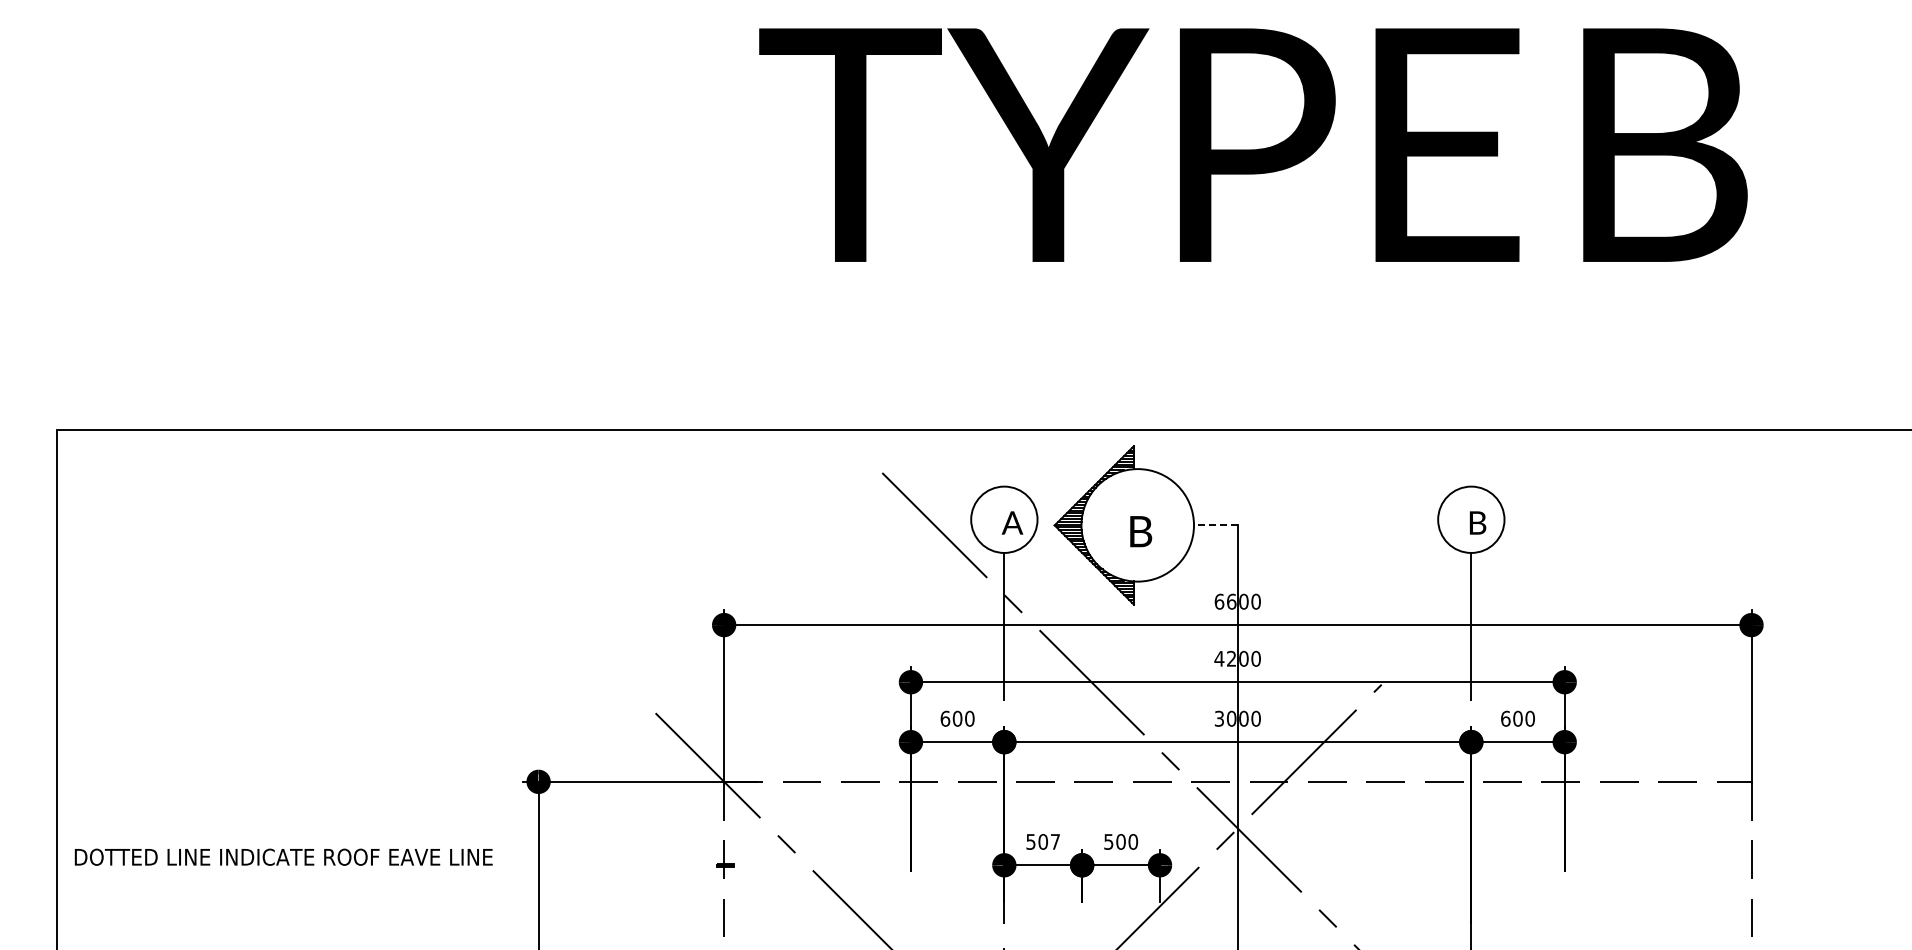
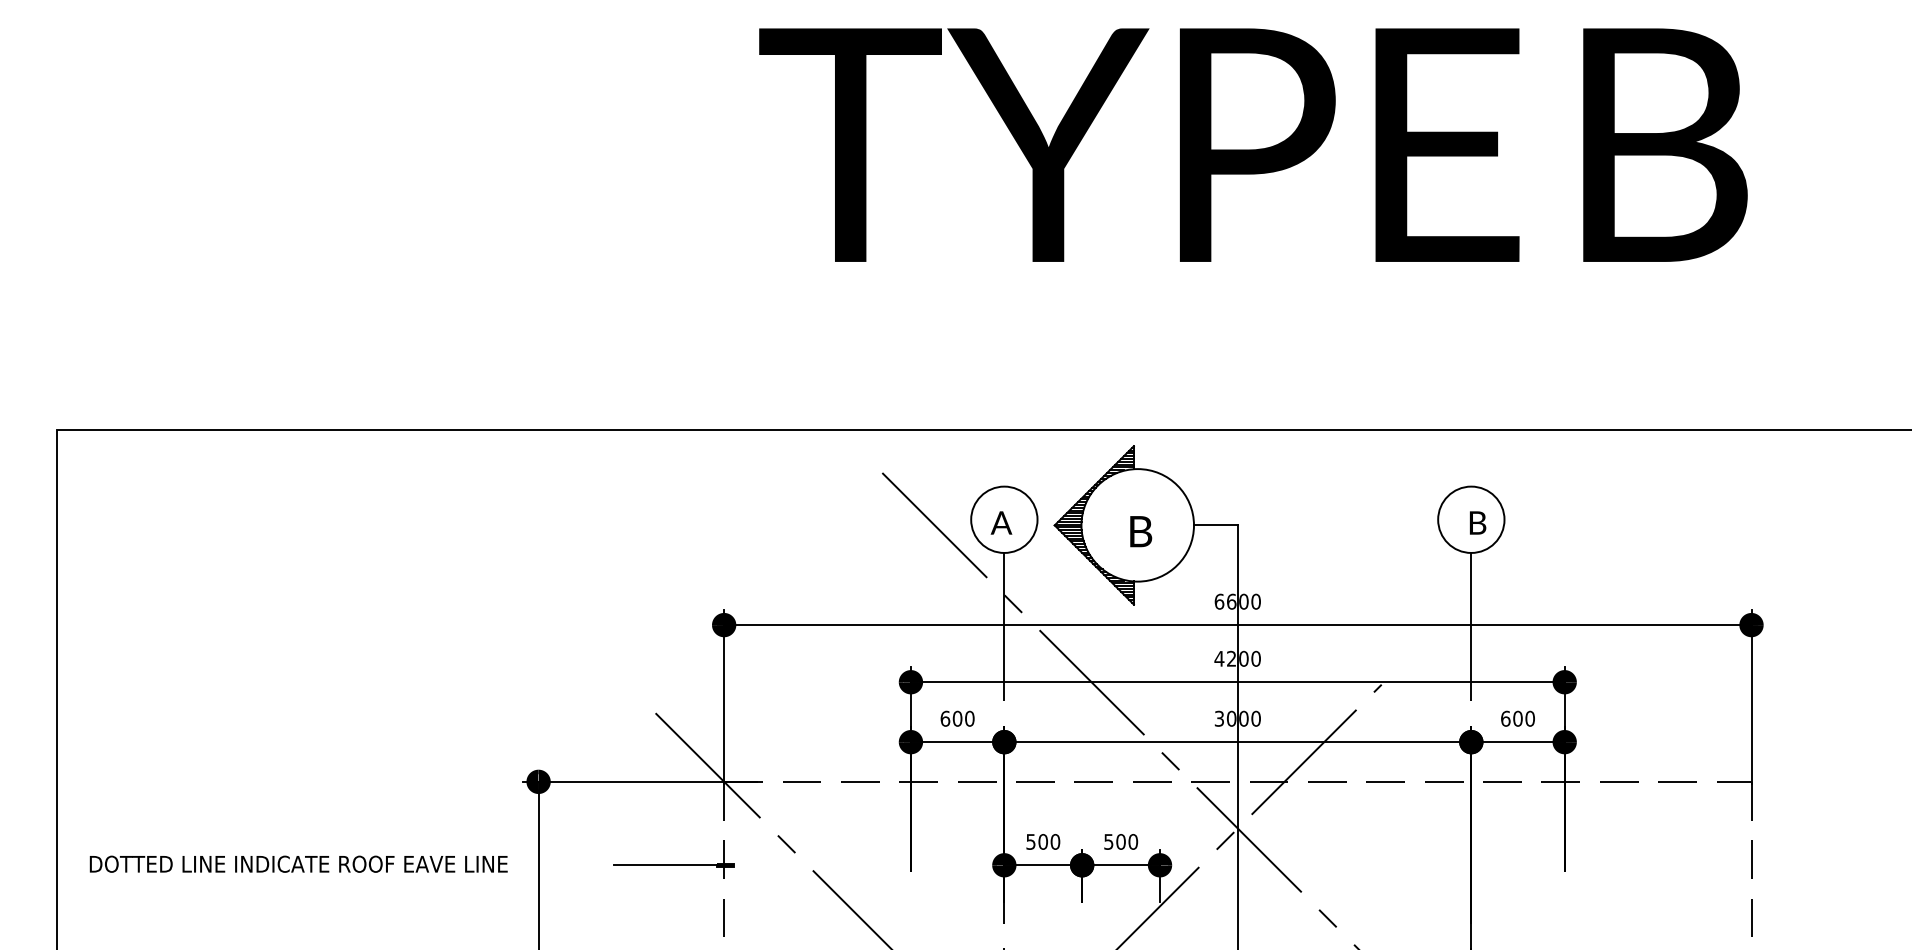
text at (1012, 522) position: (1012, 522) -> (1001, 522)
line at (1215, 525): dashed -> solid
text at (1055, 841): 507 -> 500
text at (283, 856) position: (283, 856) -> (298, 863)
line at (668, 865): none -> present
